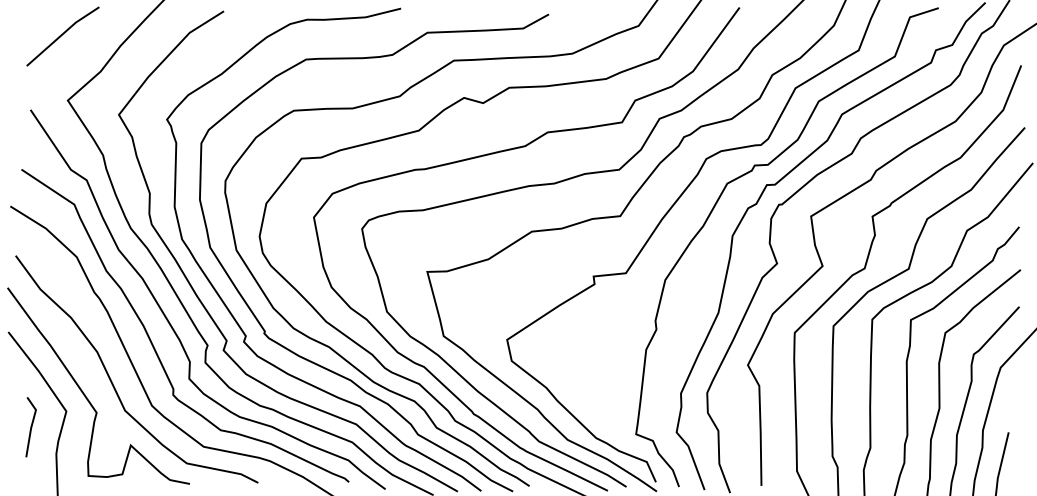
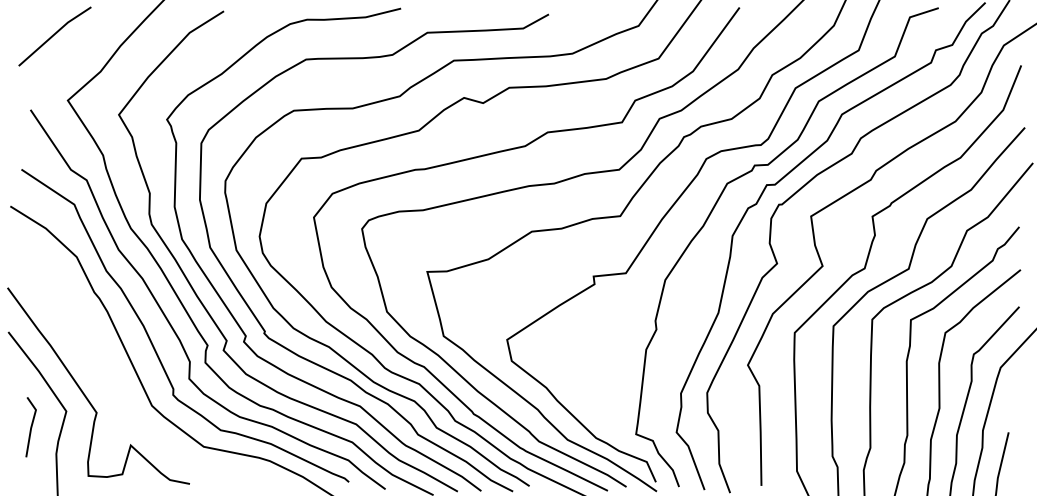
line at (62, 35) position: (62, 35) -> (54, 35)
curve at (112, 381): present -> none
